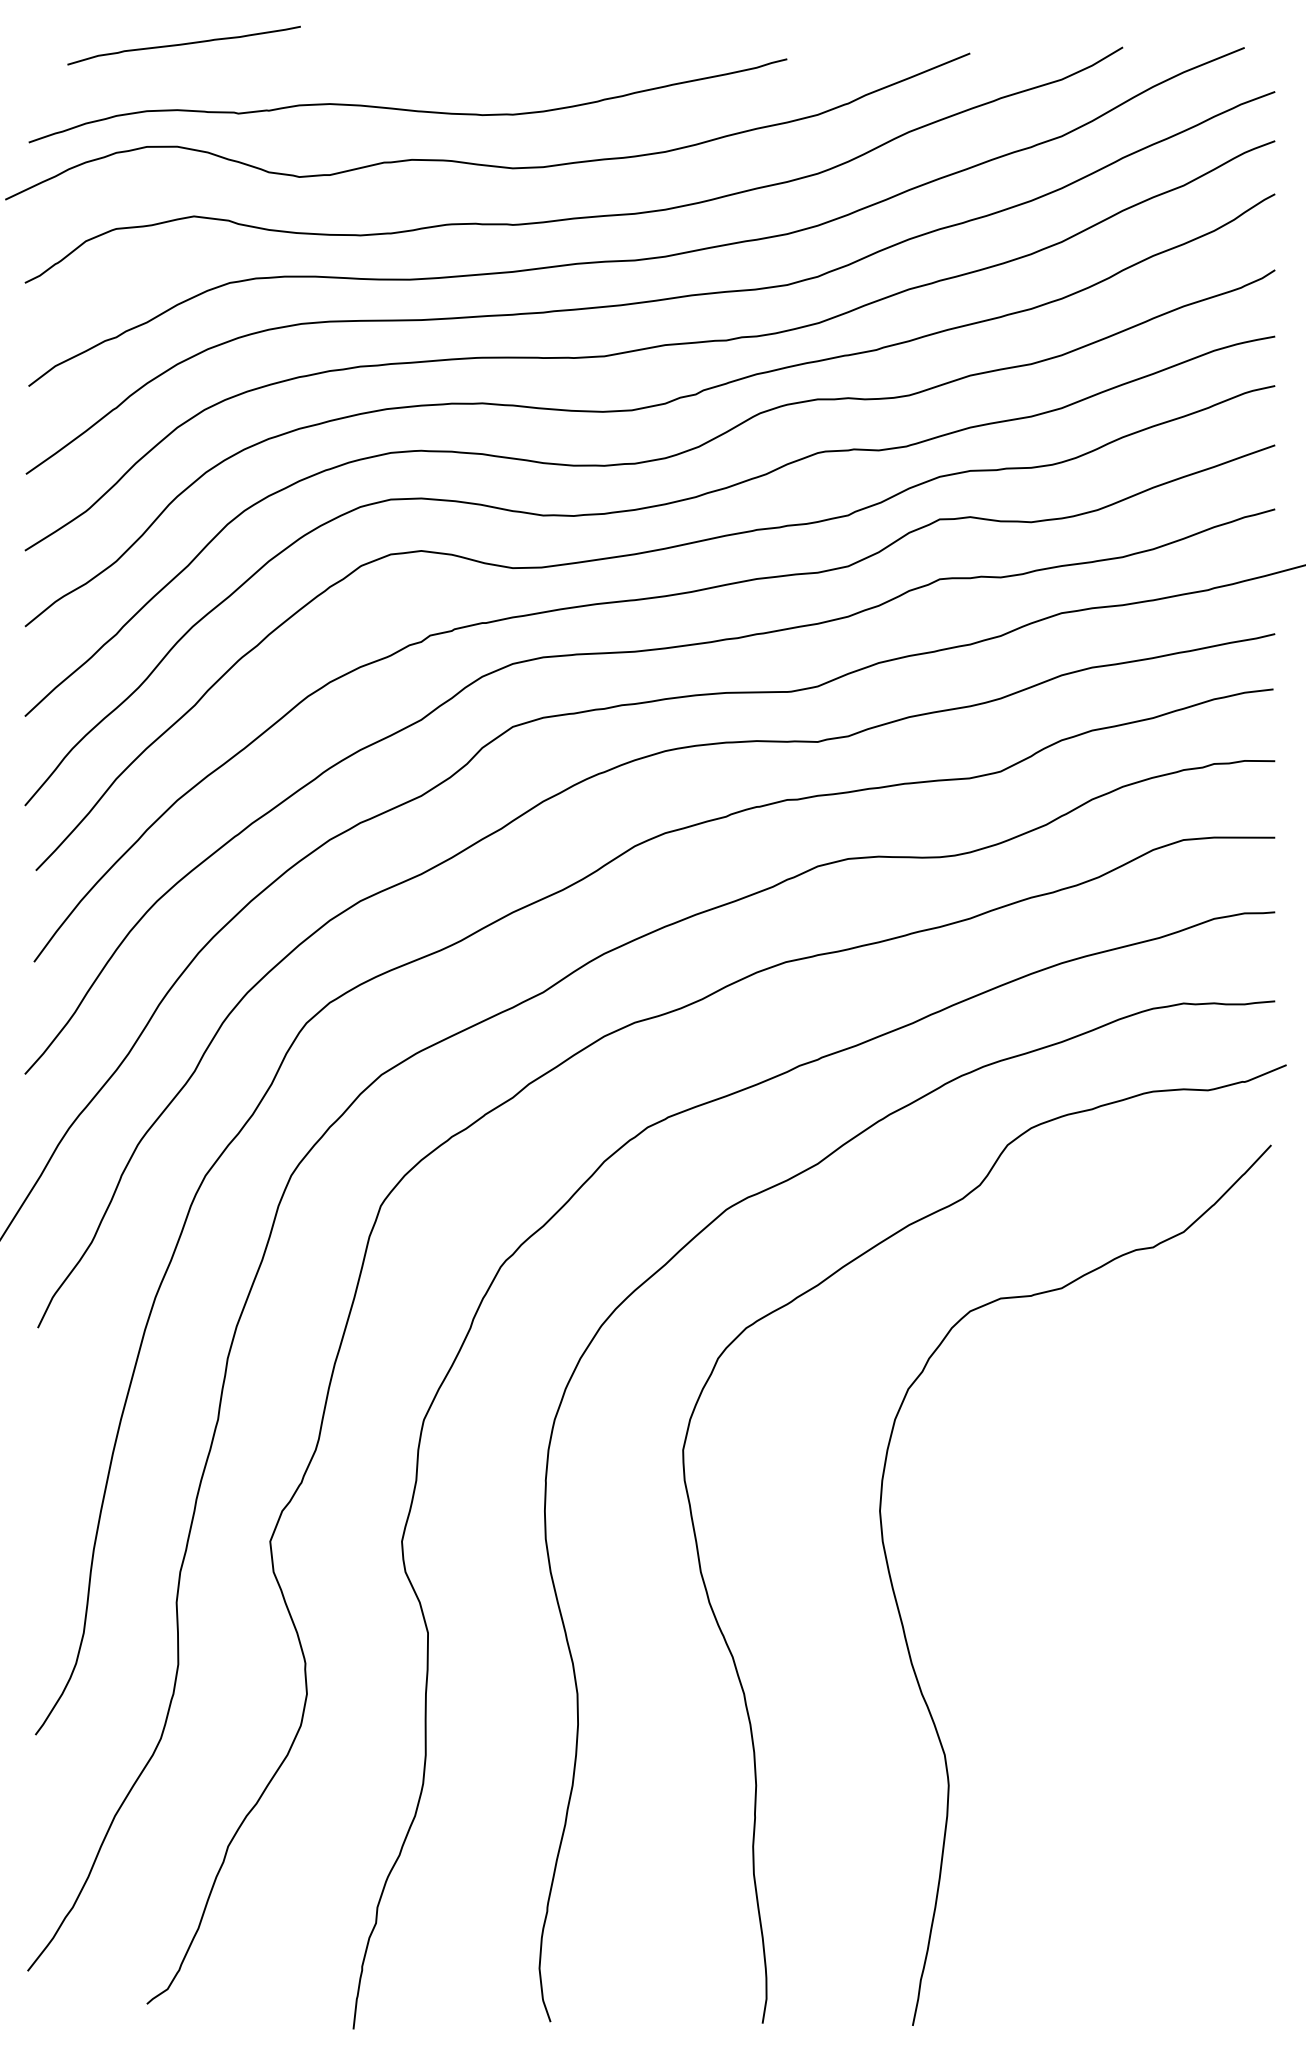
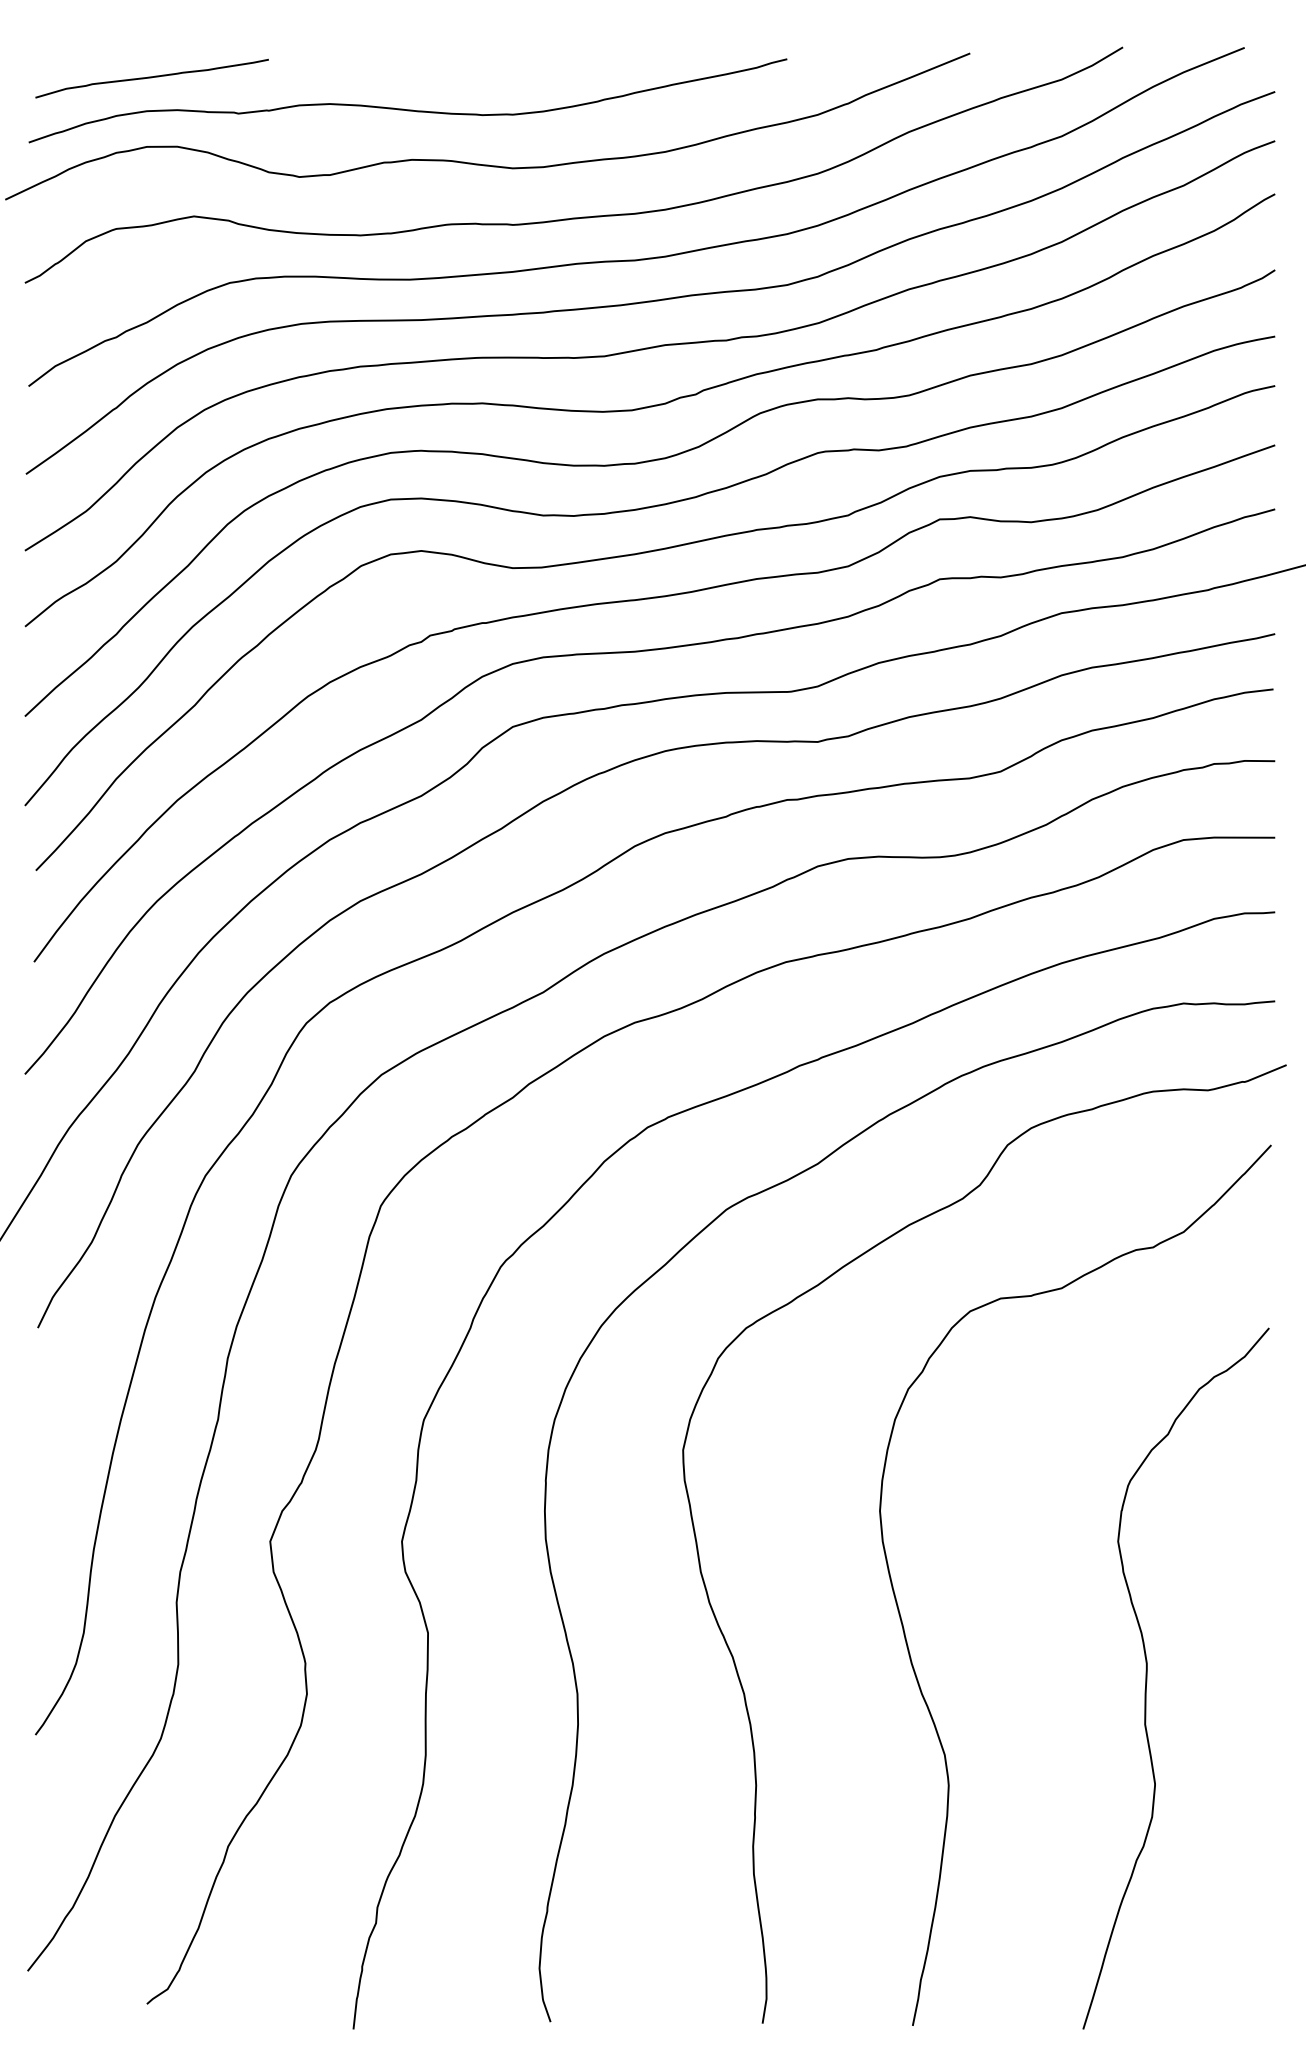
curve at (183, 45) position: (183, 45) -> (151, 78)
curve at (1147, 1678): none -> present
